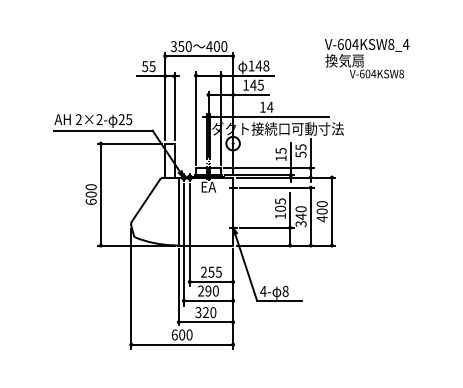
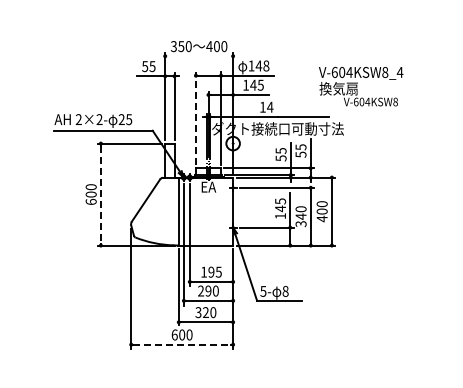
line at (199, 56): present -> none
text at (367, 58) position: (367, 58) -> (361, 86)
line at (195, 118): solid -> dashed
text at (280, 158): 15 -> 55
line at (100, 194): solid -> dashed
text at (280, 208): 105 -> 145
text at (207, 271): 255 -> 195
text at (263, 291): 4- -> 5-
line at (182, 344): solid -> dashed
